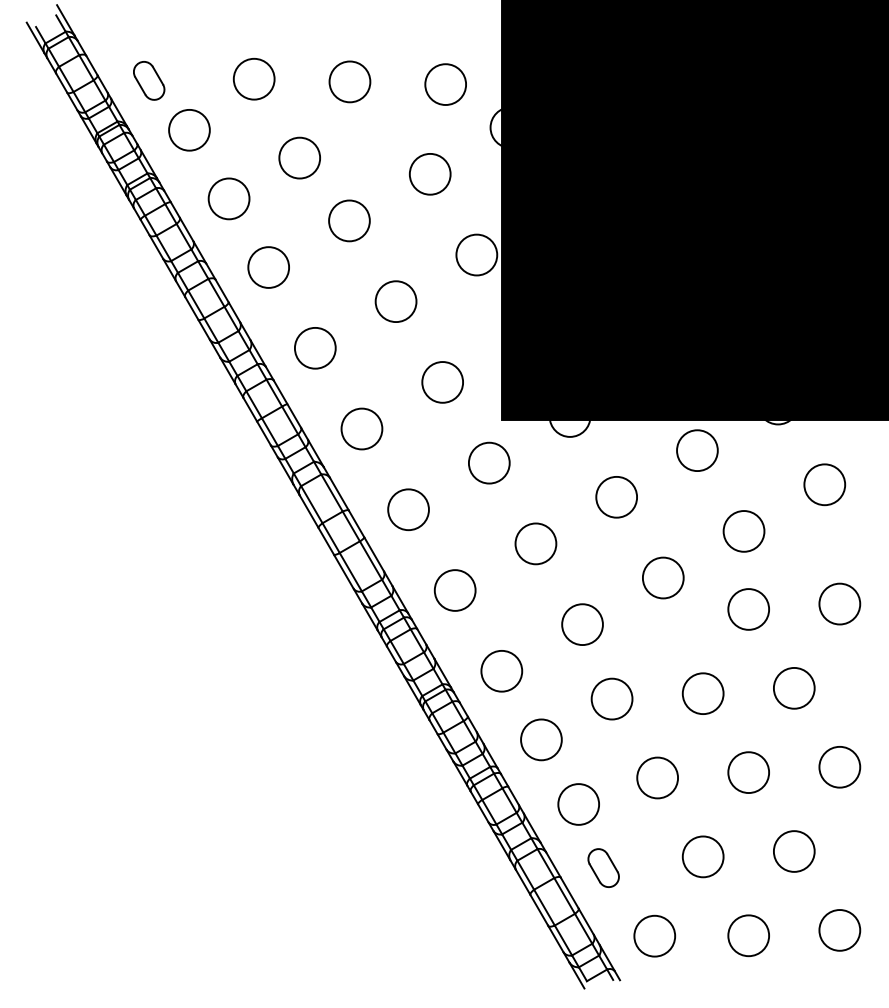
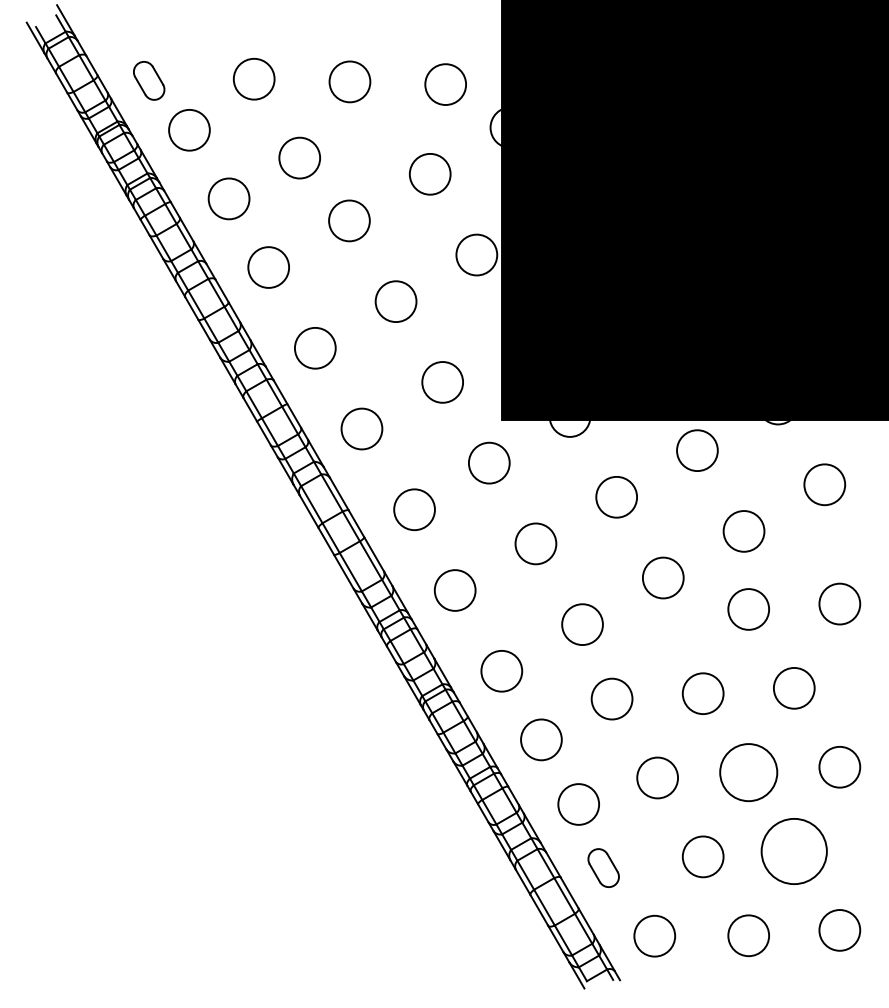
circle at (408, 509) position: (408, 509) -> (414, 509)
circle at (748, 772) diameter: 41 px -> 57 px
circle at (793, 851) diameter: 41 px -> 65 px
